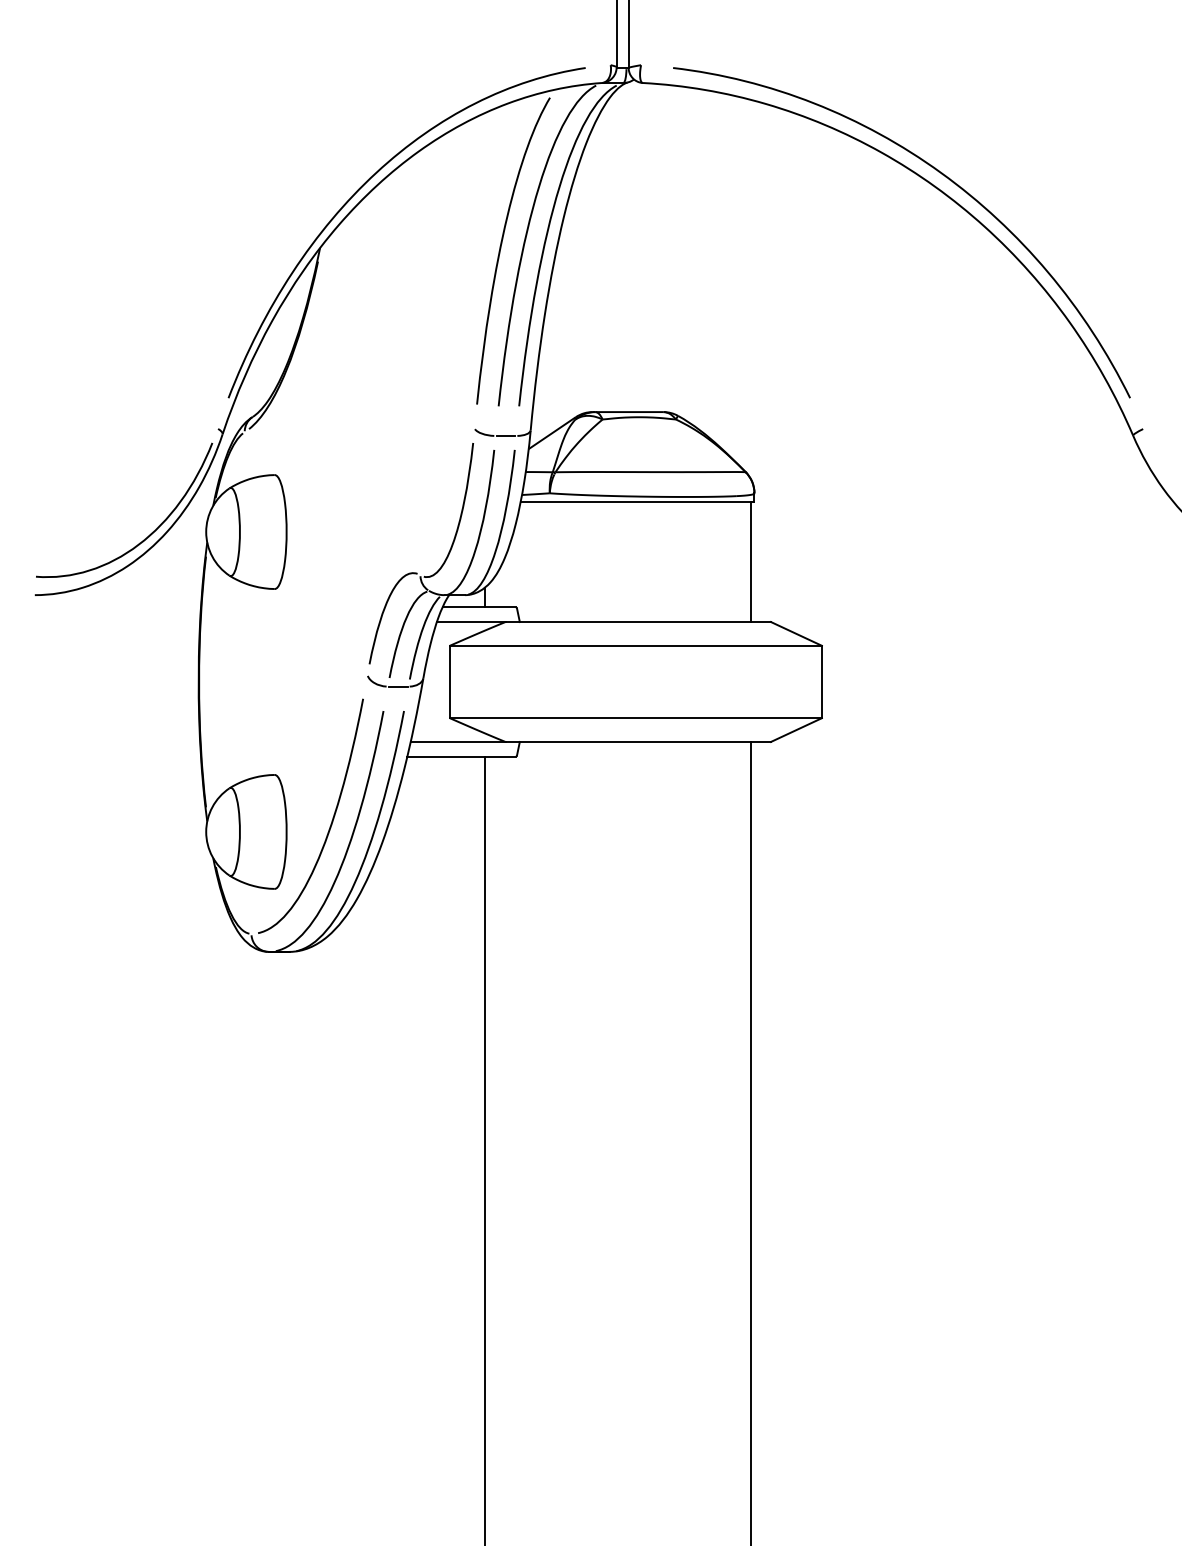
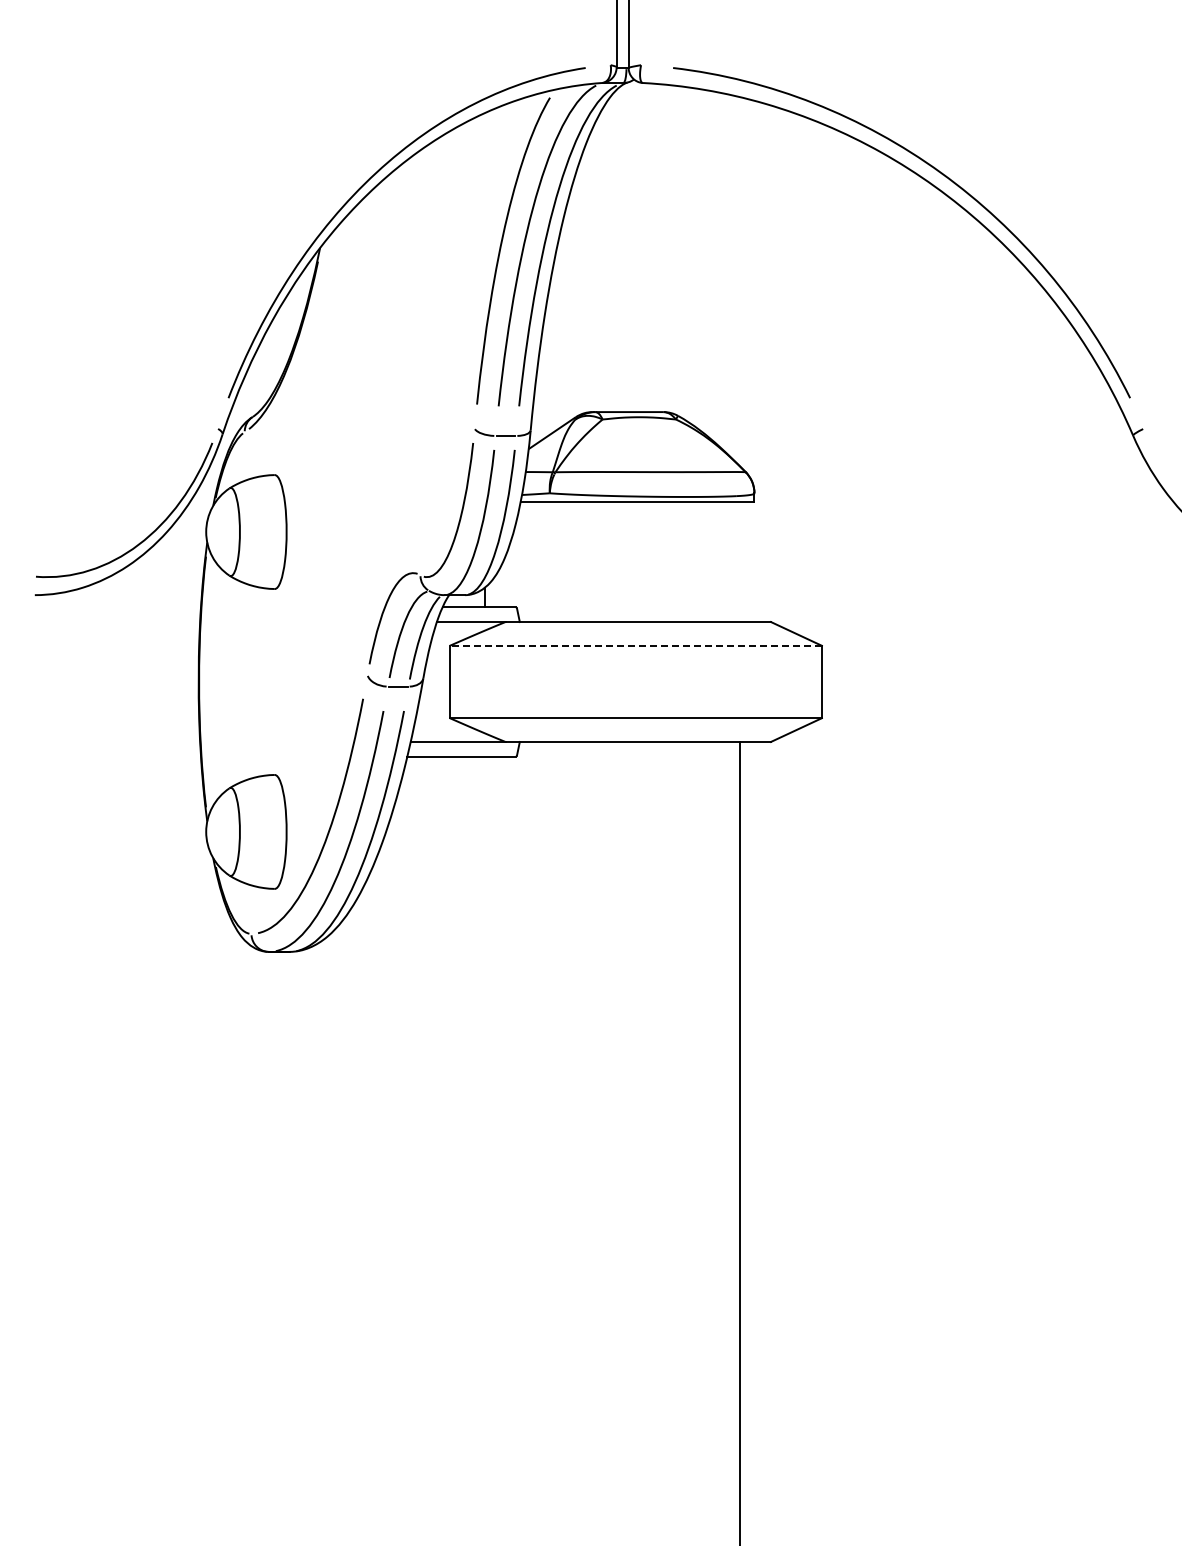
line at (751, 562): present -> none
line at (635, 645): solid -> dashed
line at (751, 1141) position: (751, 1141) -> (740, 1141)
line at (484, 1149): present -> none
